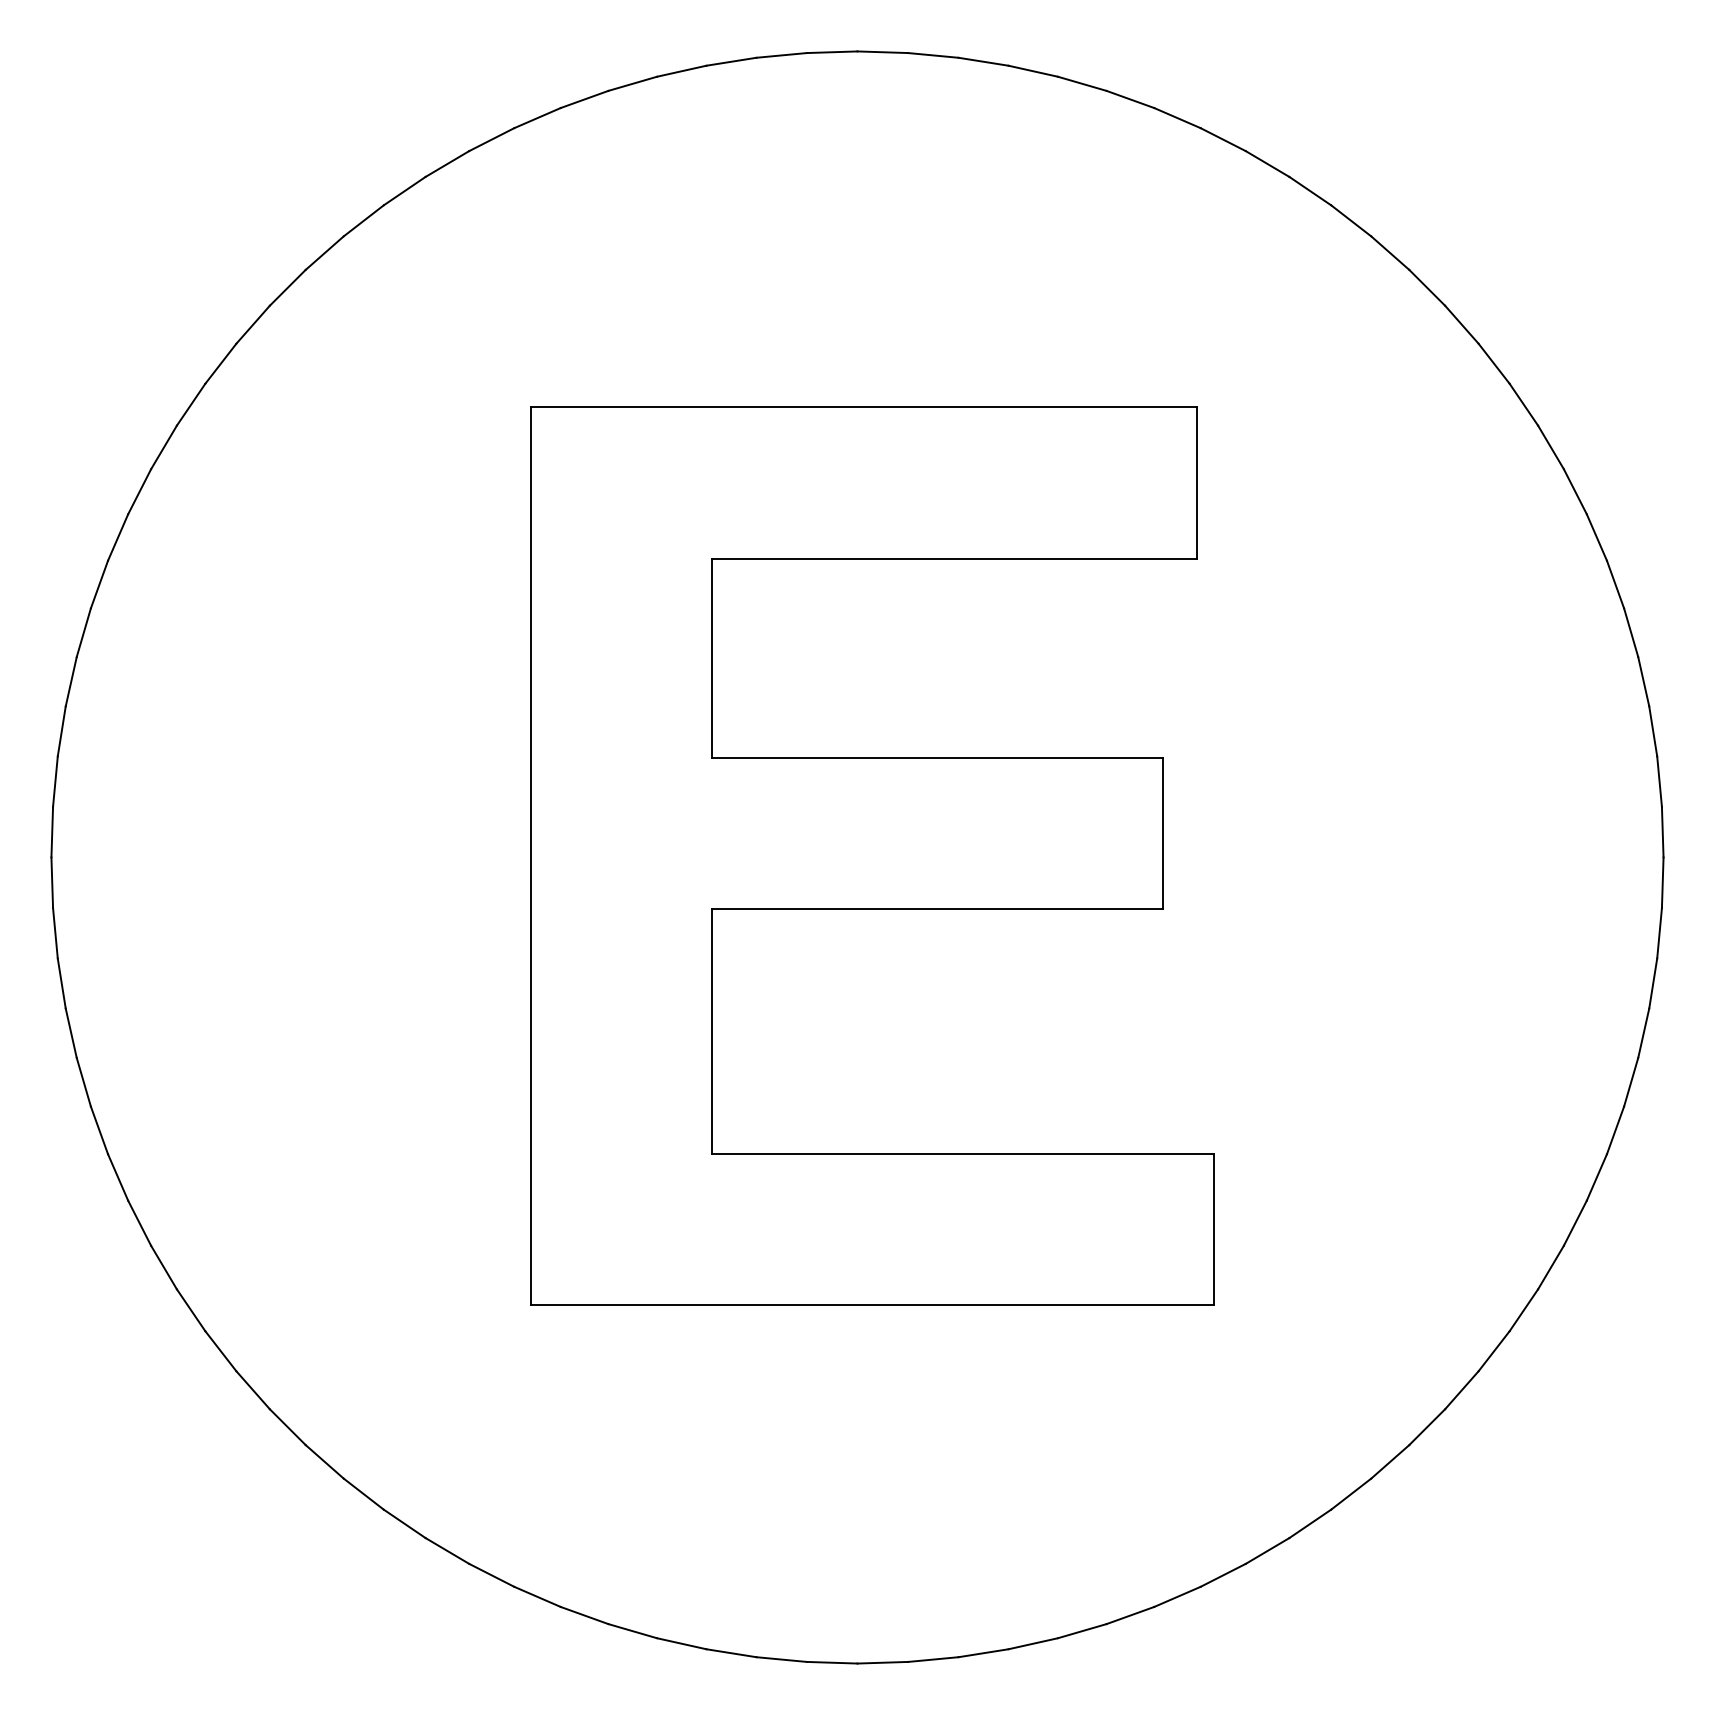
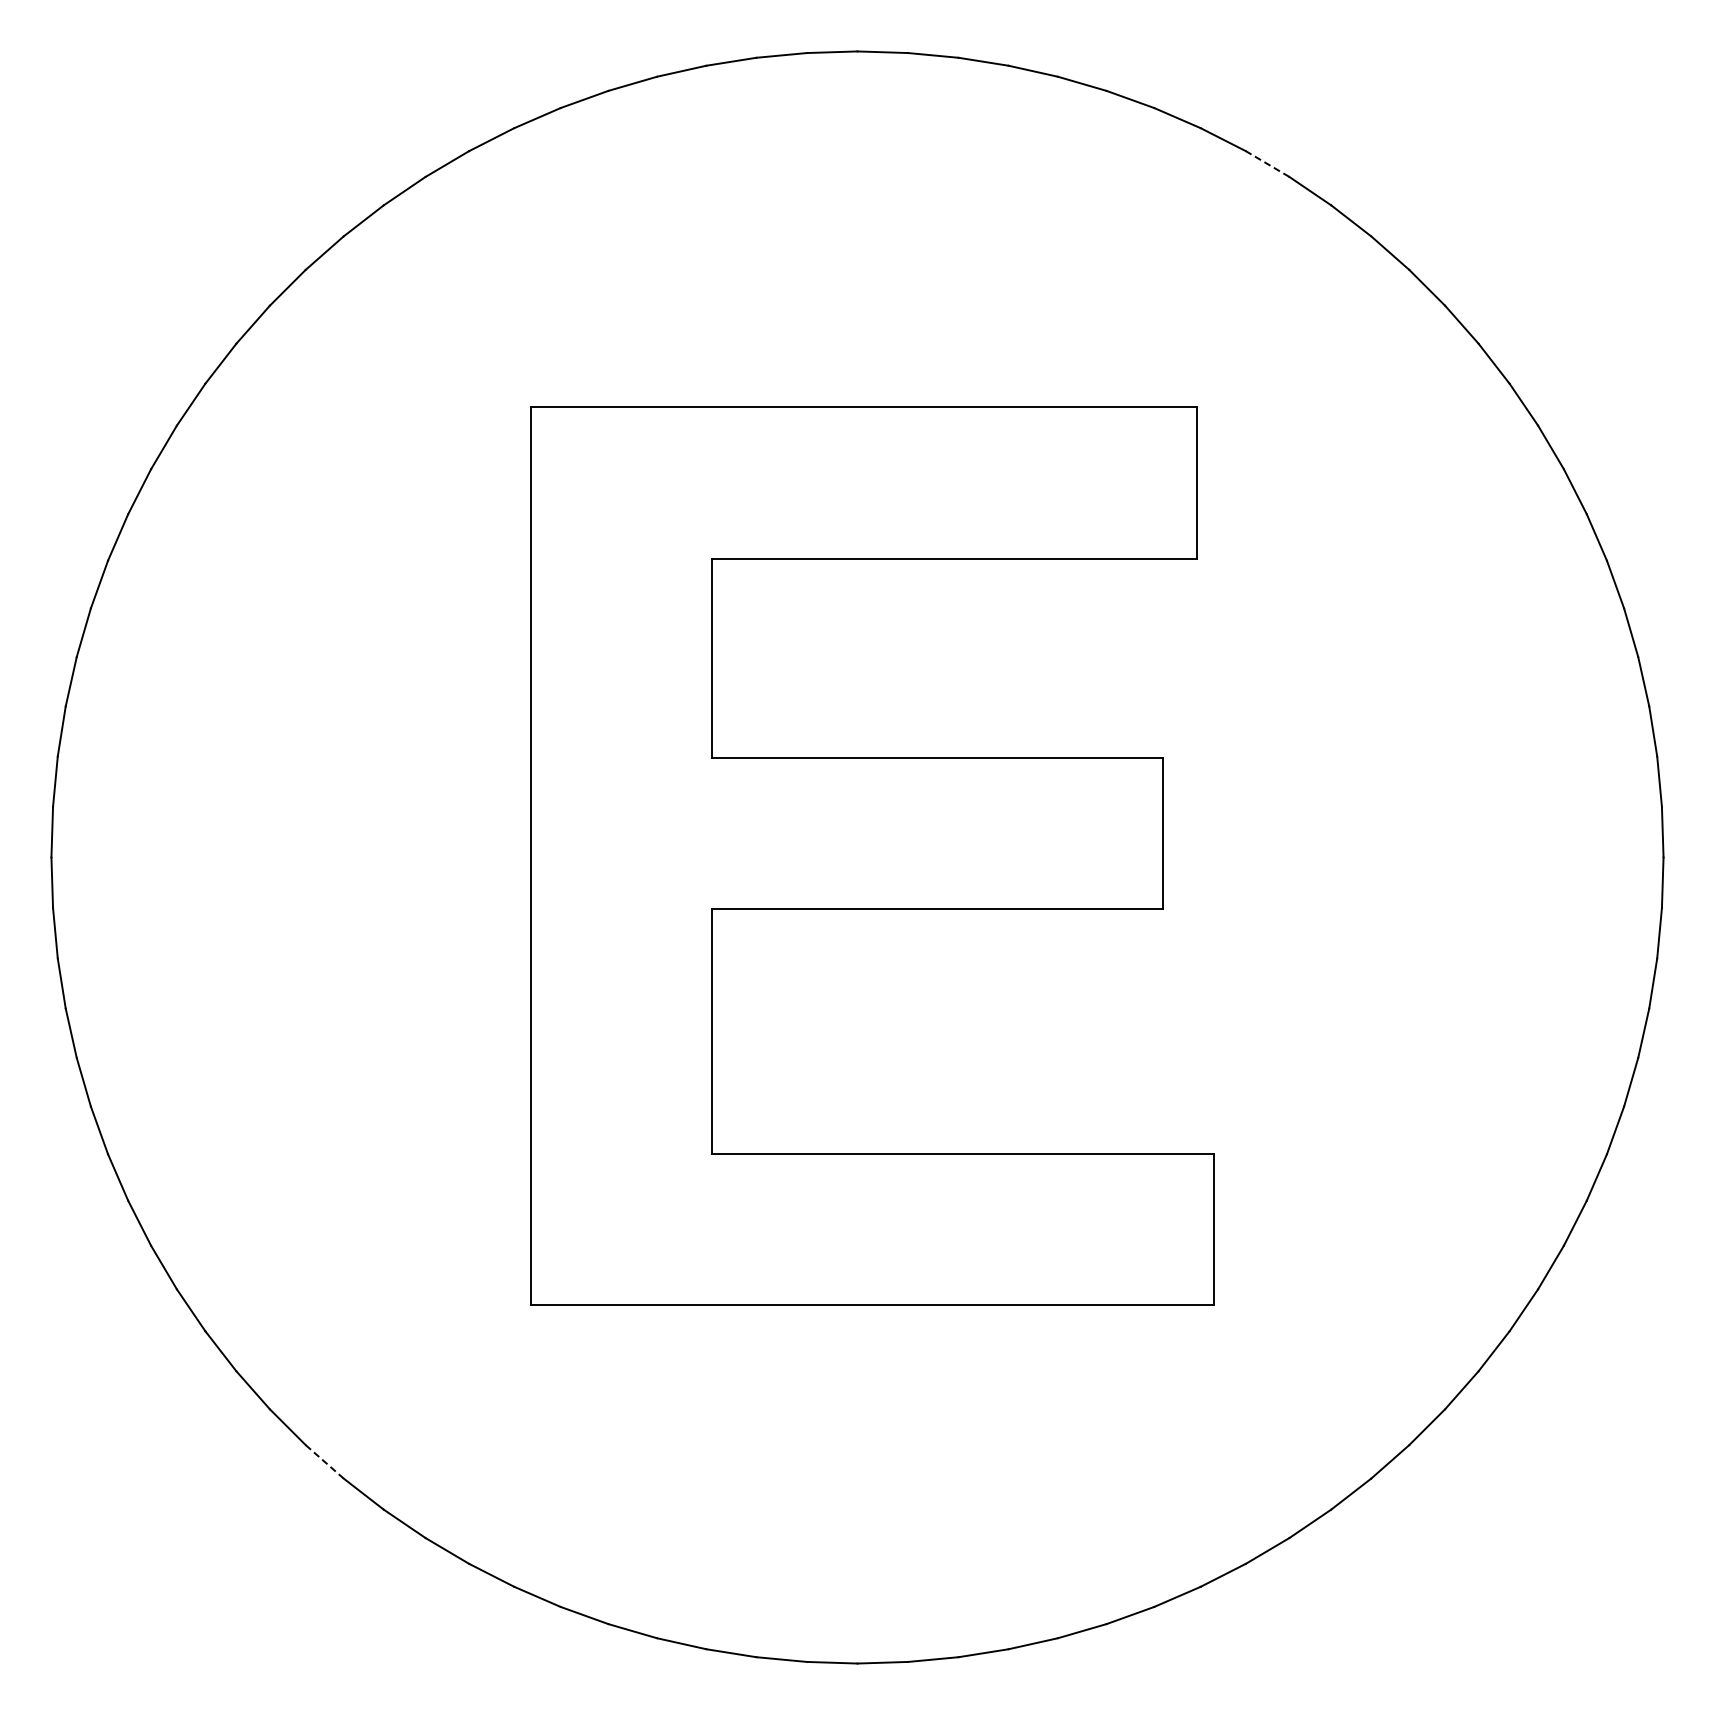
line at (1267, 163): solid -> dashed
line at (325, 1462): solid -> dashed
